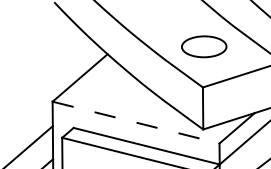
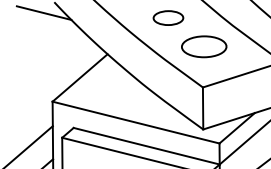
line at (43, 12): none -> present
part at (168, 17): none -> present
line at (136, 122): dashed -> solid
